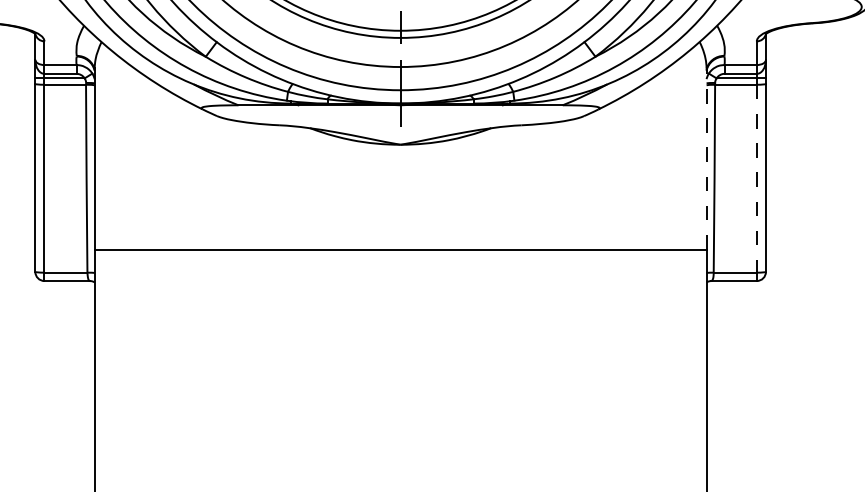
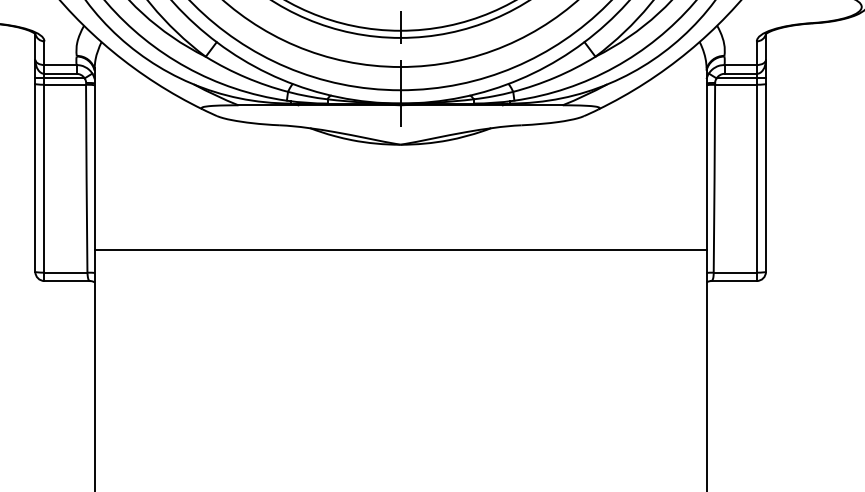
line at (706, 159): dashed -> solid
line at (756, 179): dashed -> solid
